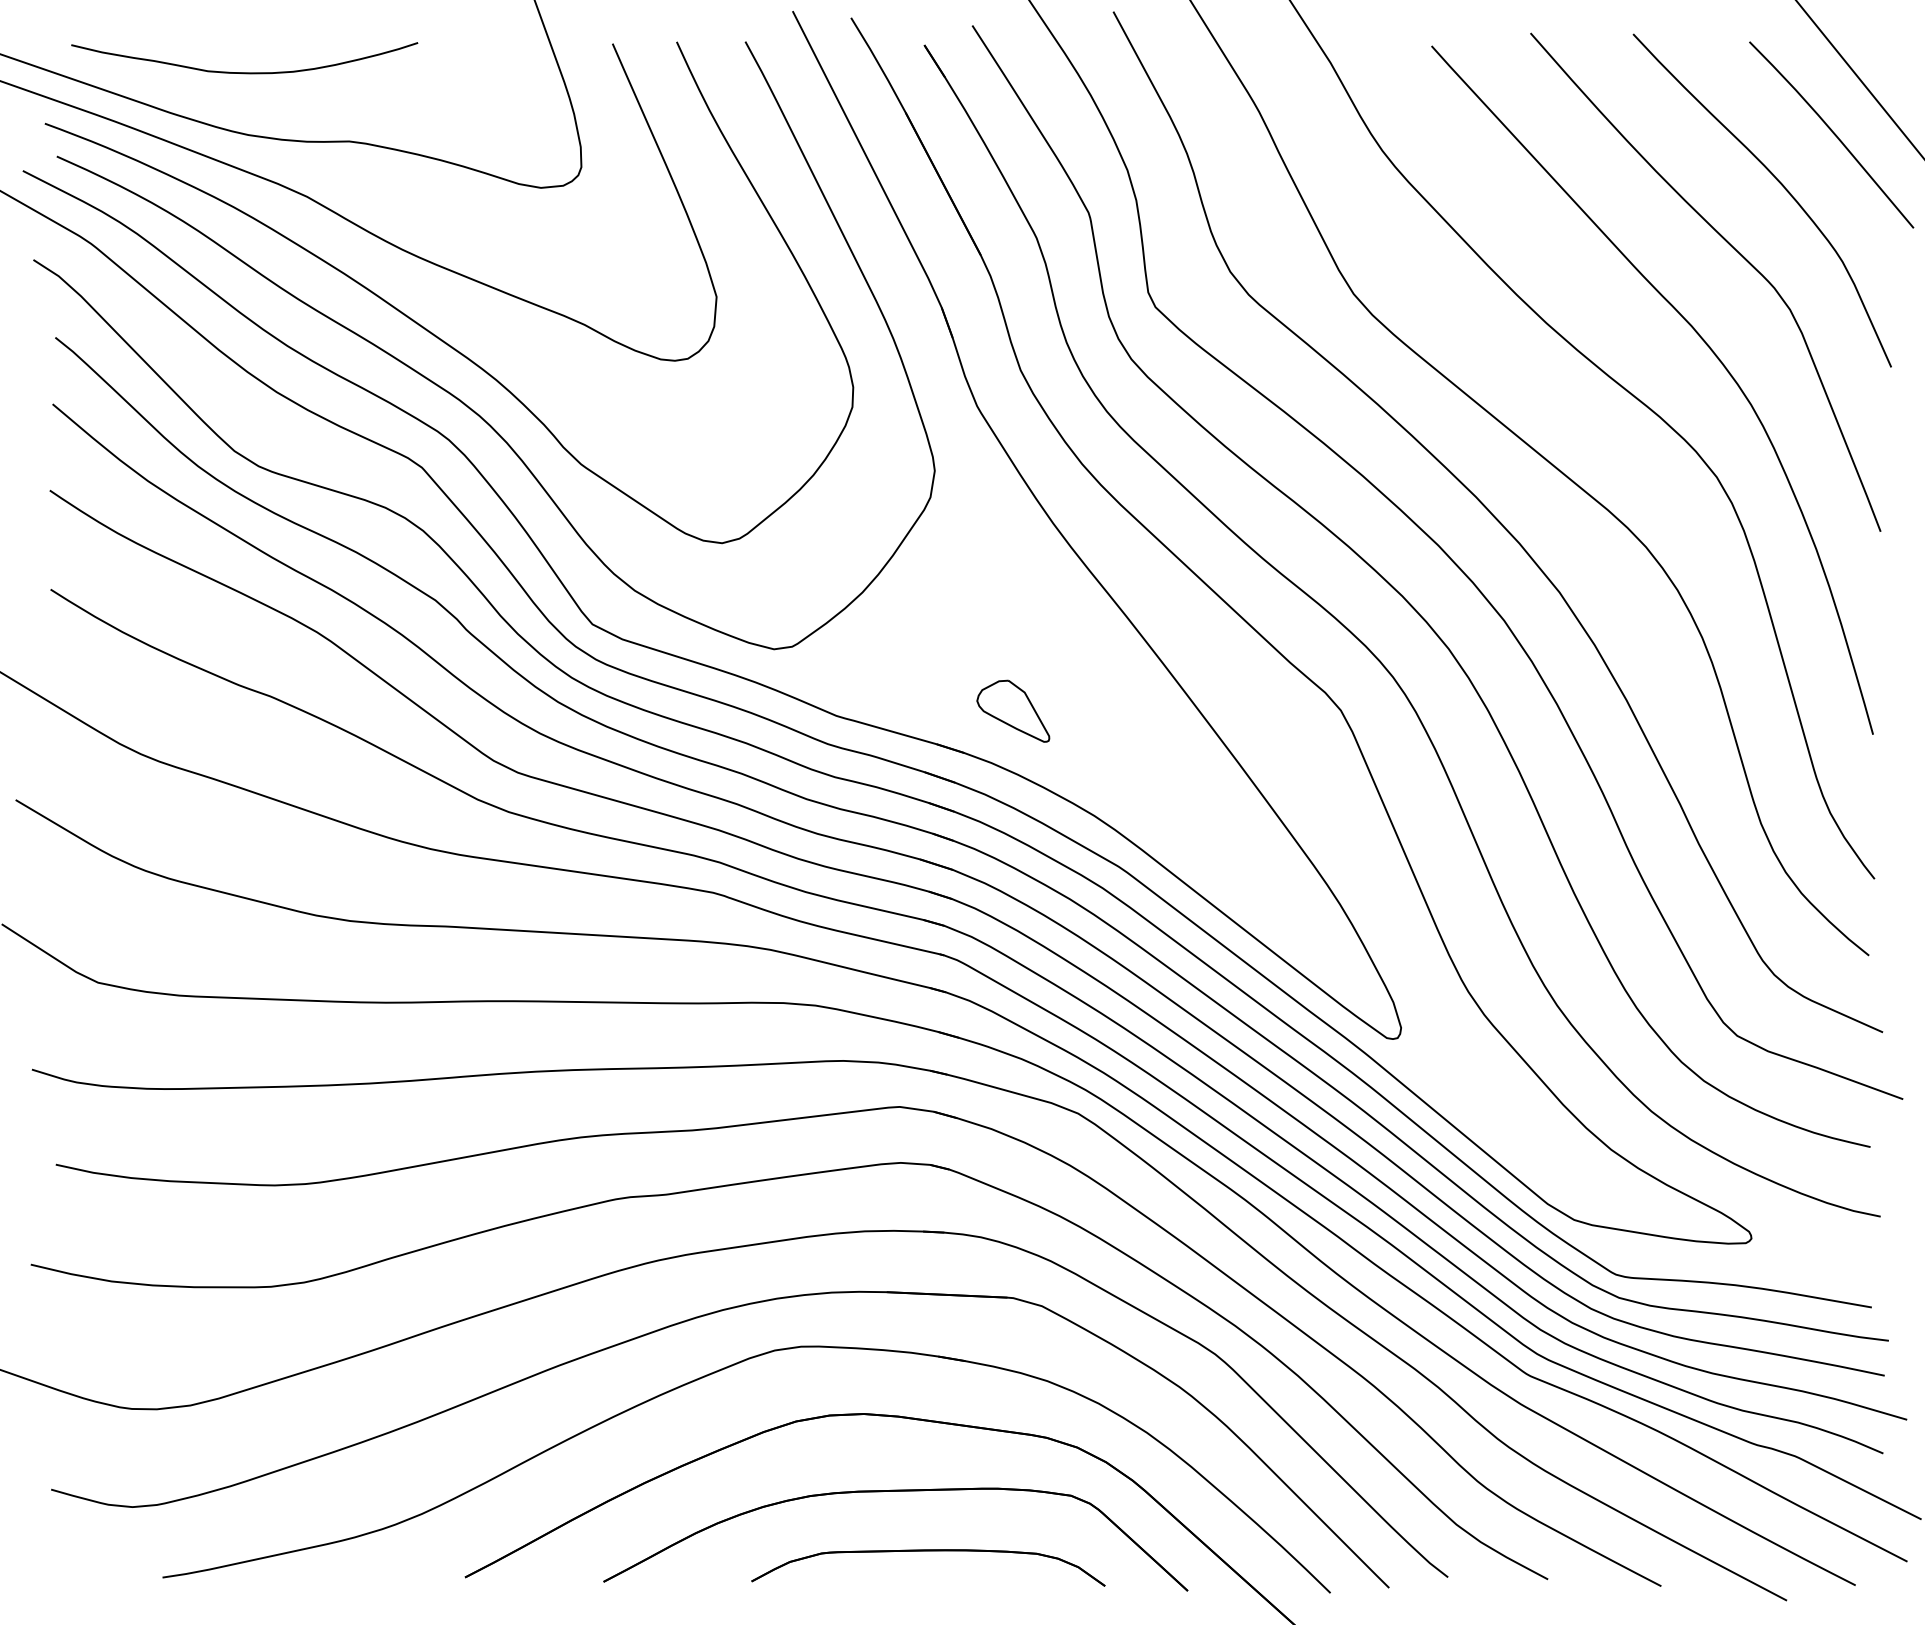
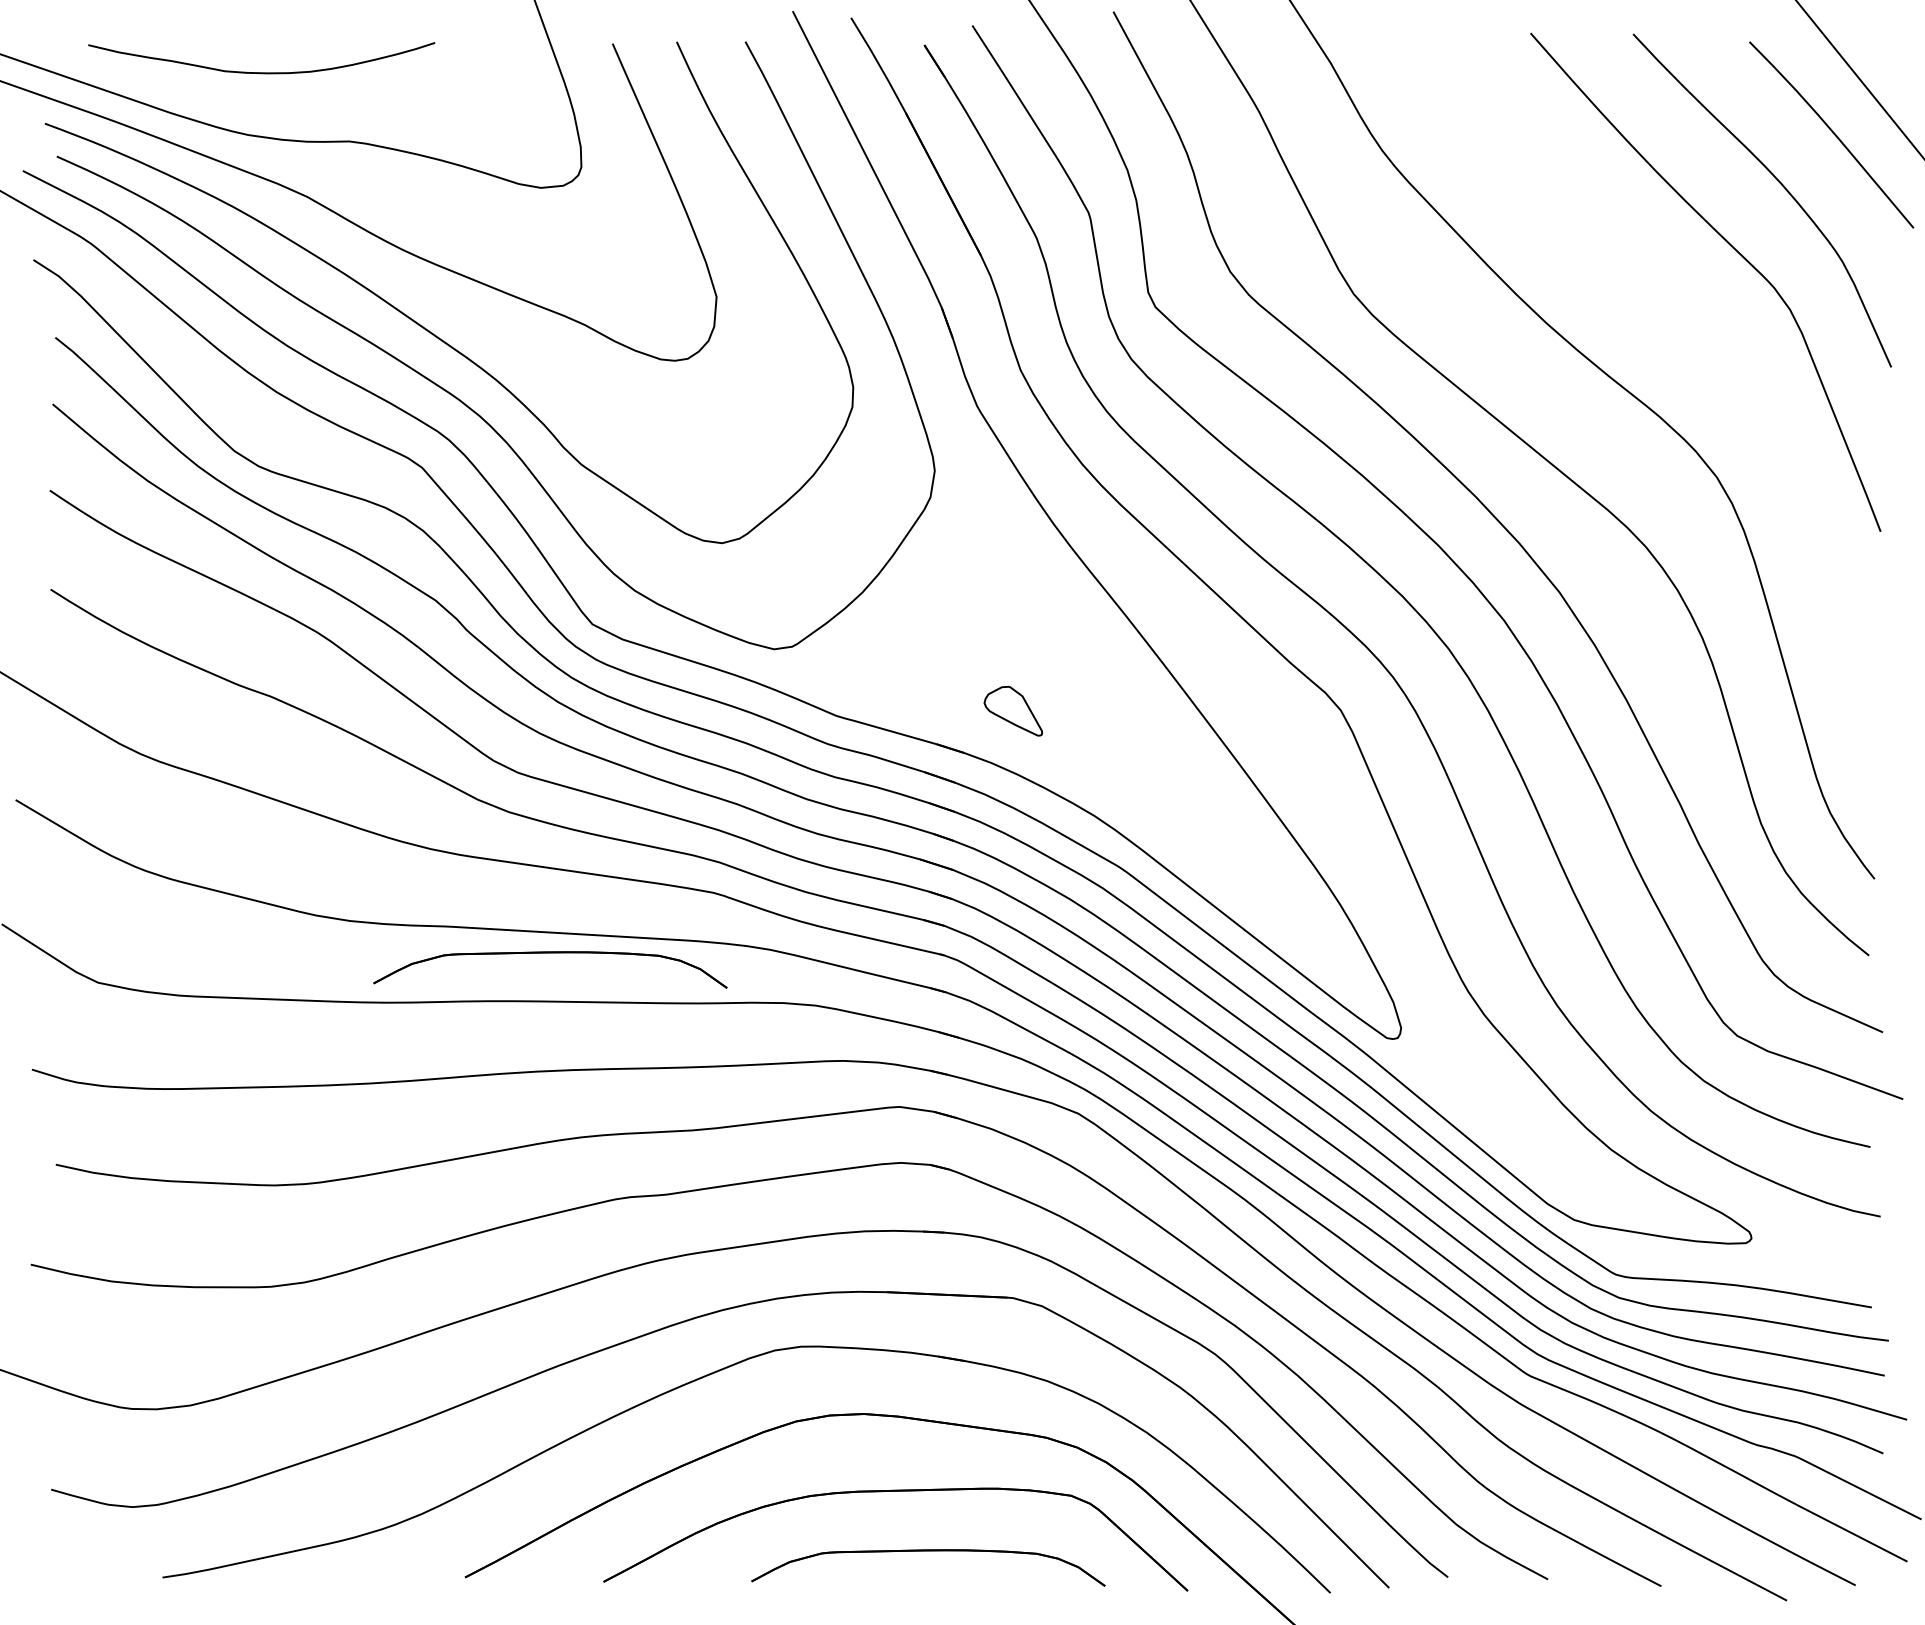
curve at (244, 72) position: (244, 72) -> (261, 72)
curve at (1705, 344): present -> none
part at (1013, 710) size: 75x64 px -> 60x52 px
part at (550, 953): none -> present
